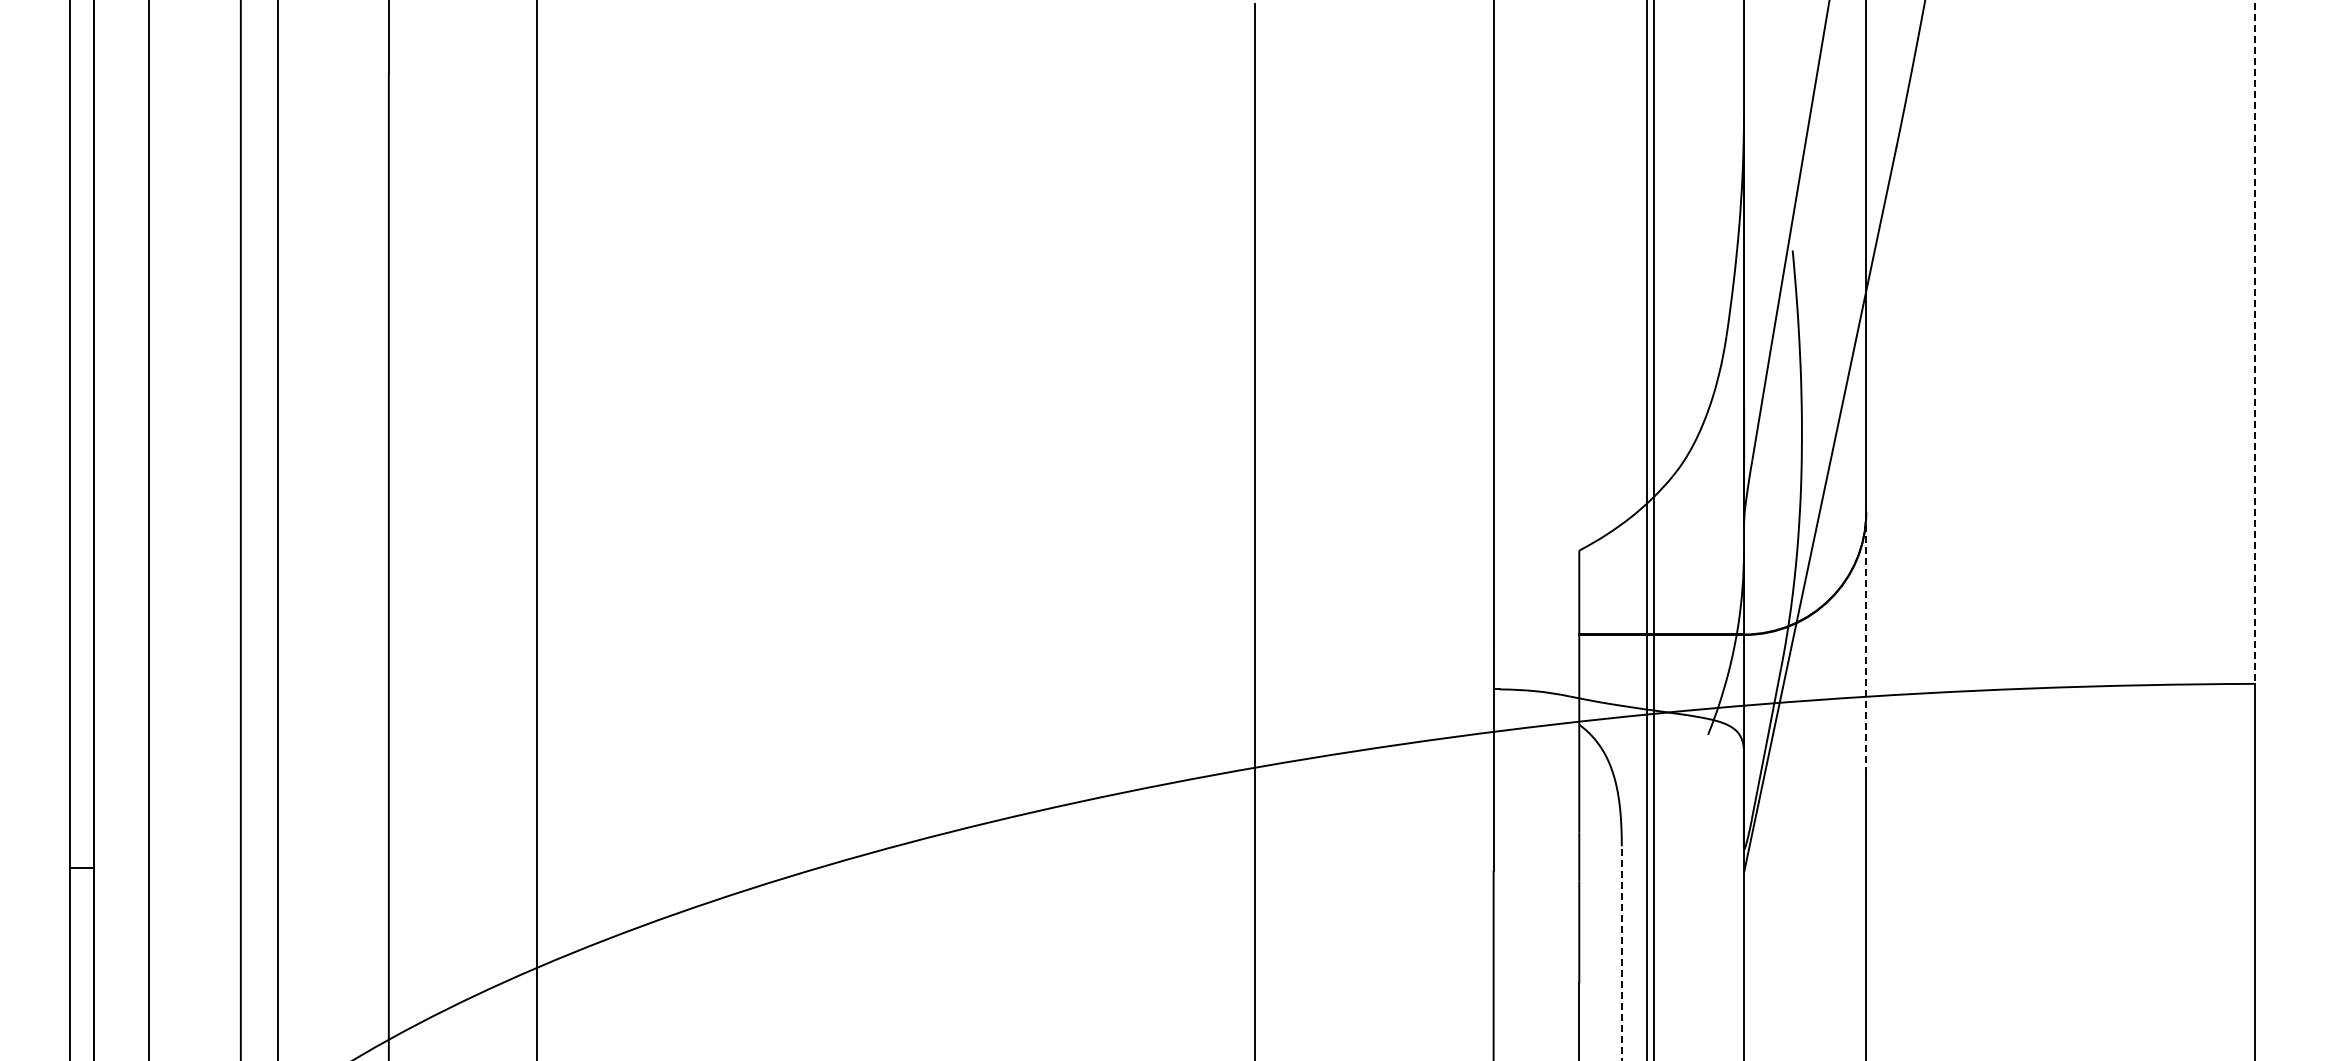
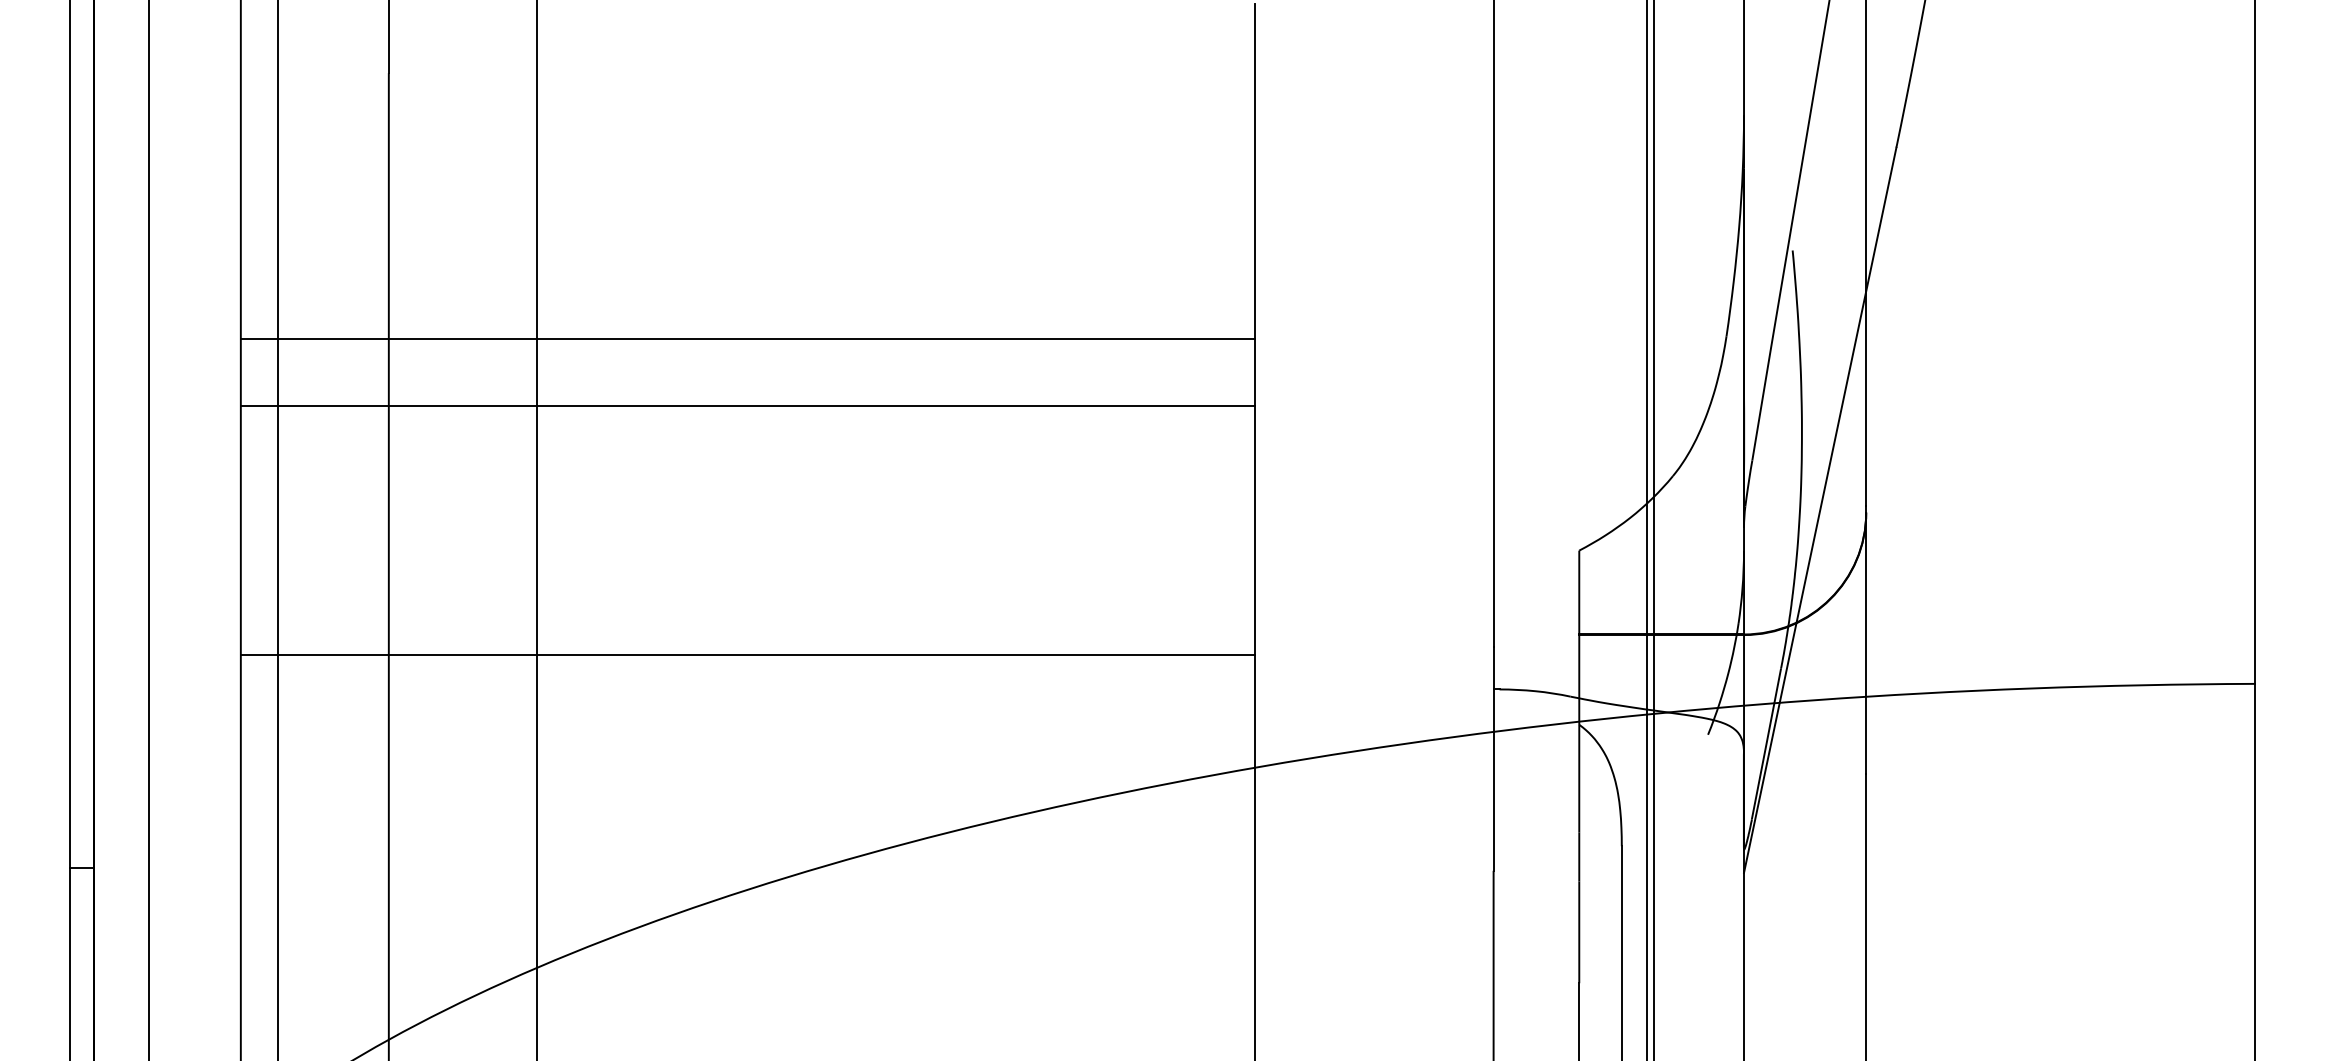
line at (747, 339): none -> present
line at (2255, 342): dashed -> solid
line at (747, 406): none -> present
line at (1866, 643): dashed -> solid
line at (747, 655): none -> present
line at (1621, 953): dashed -> solid
